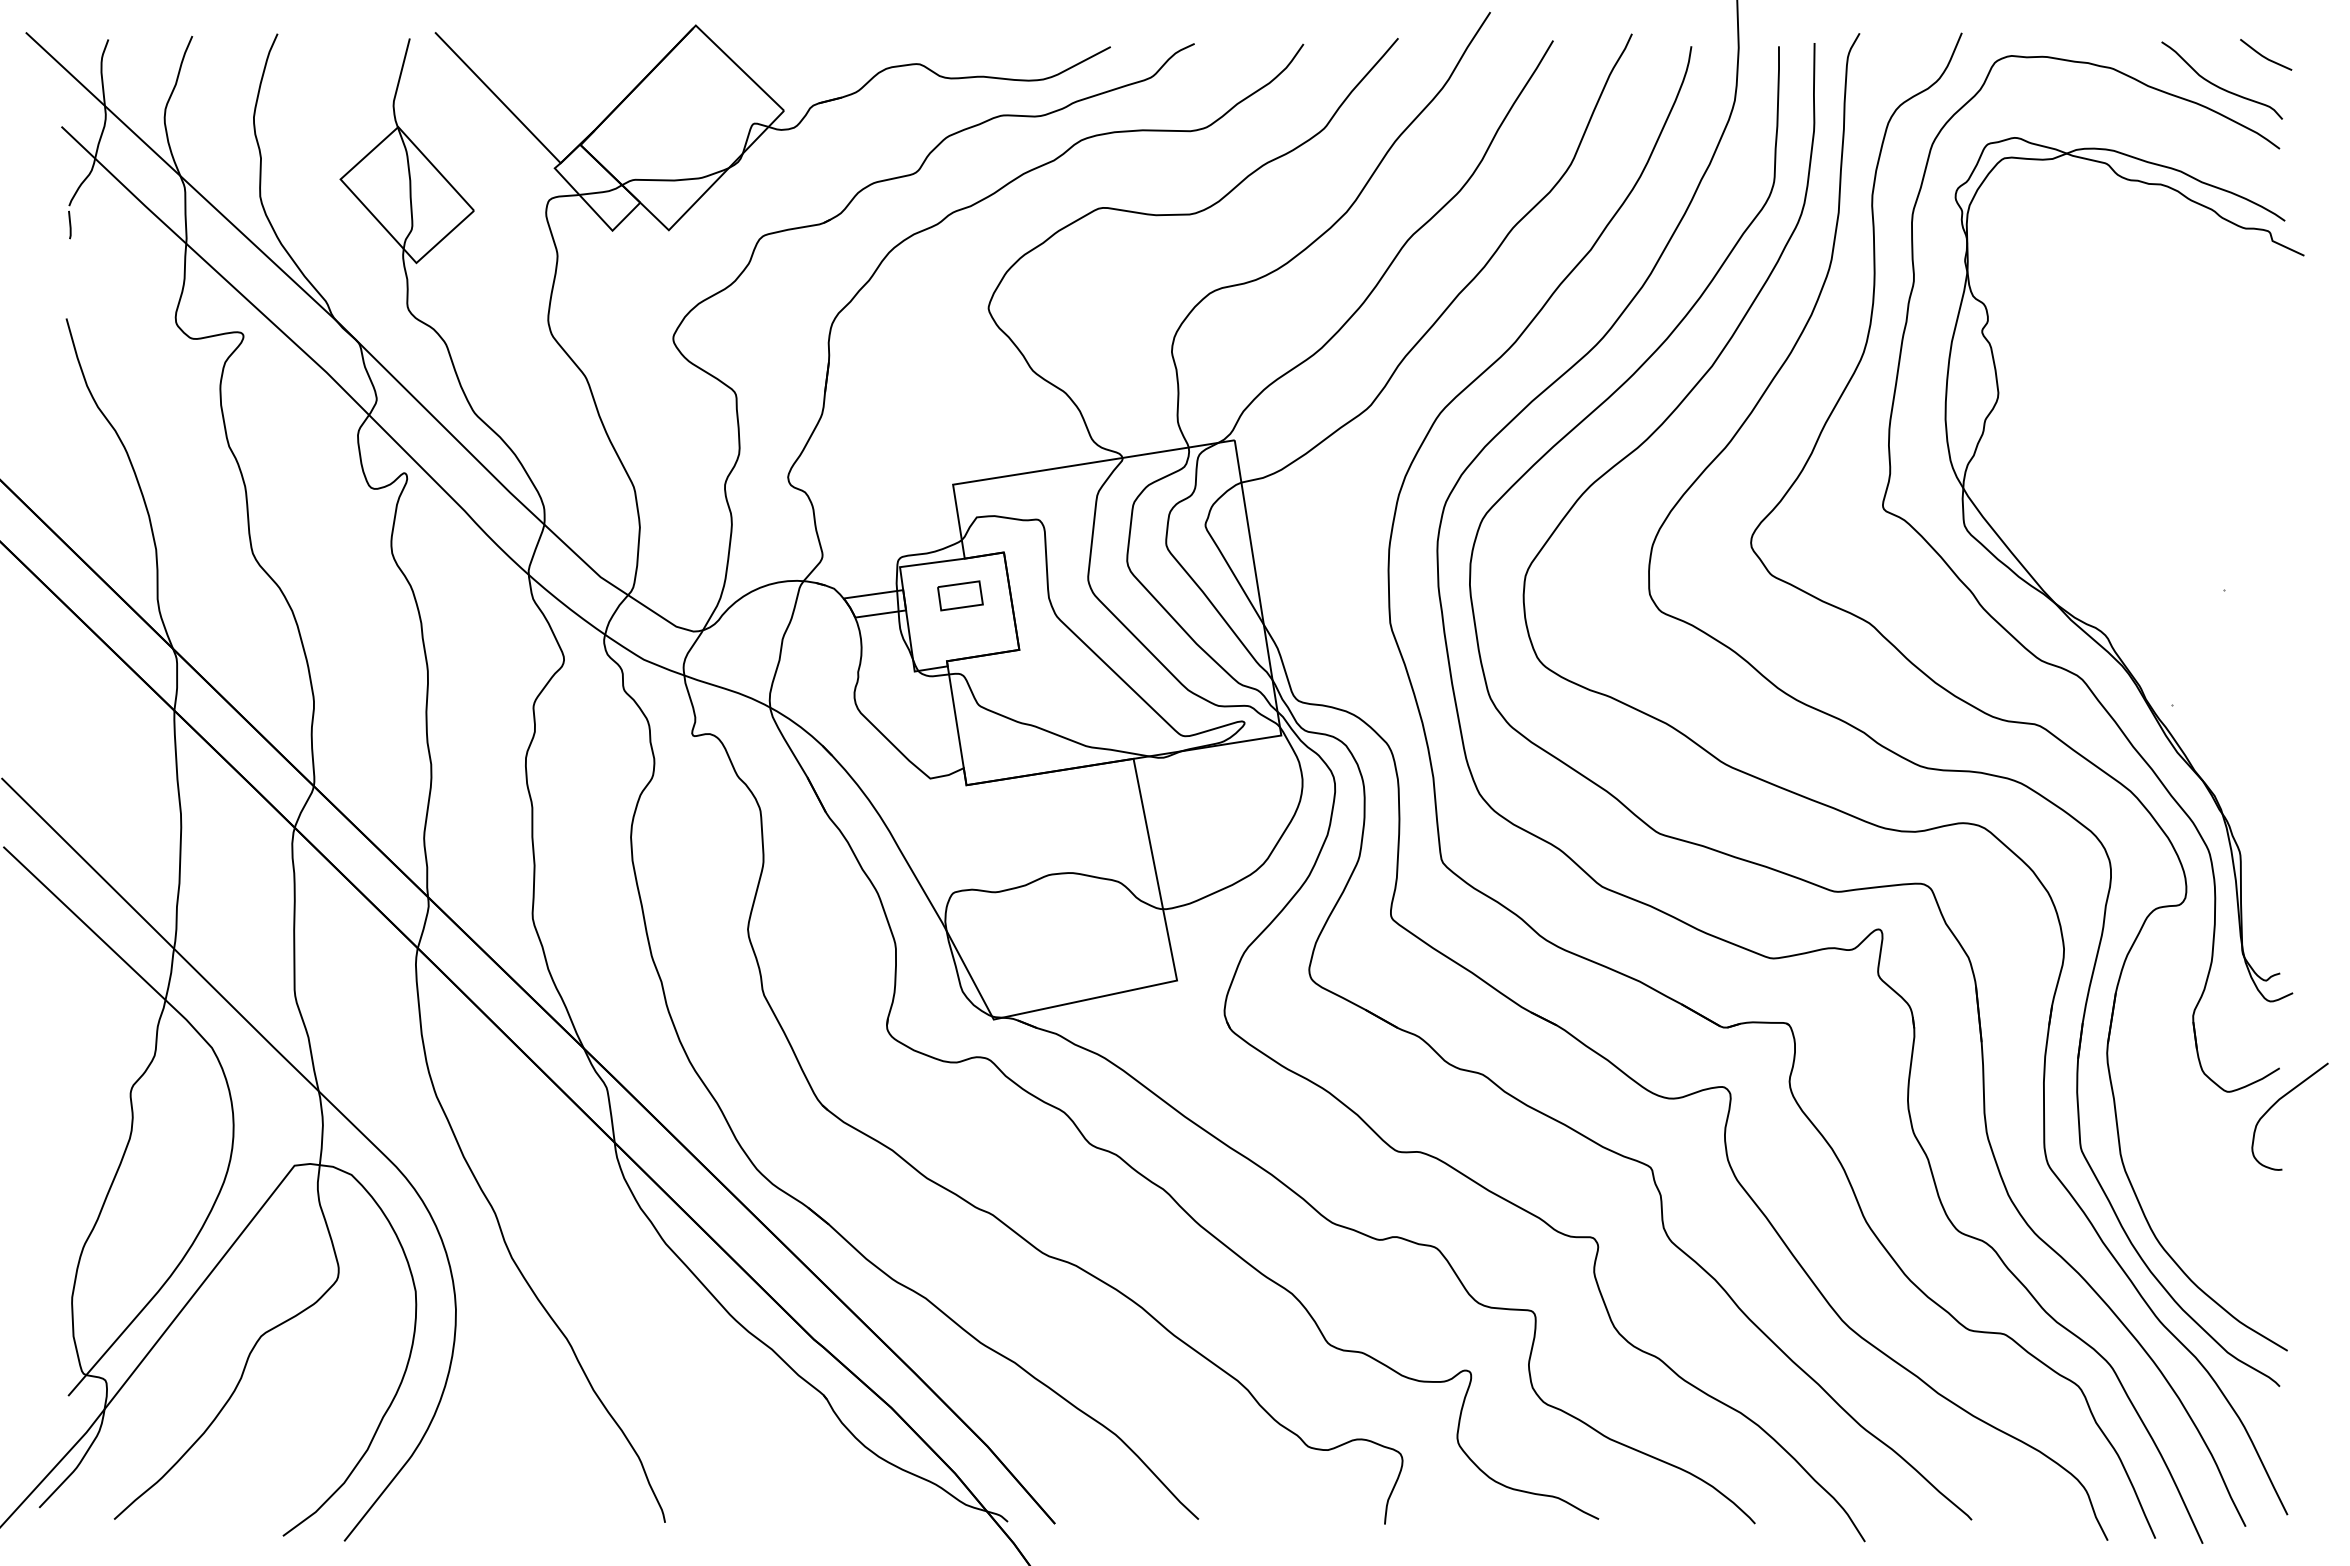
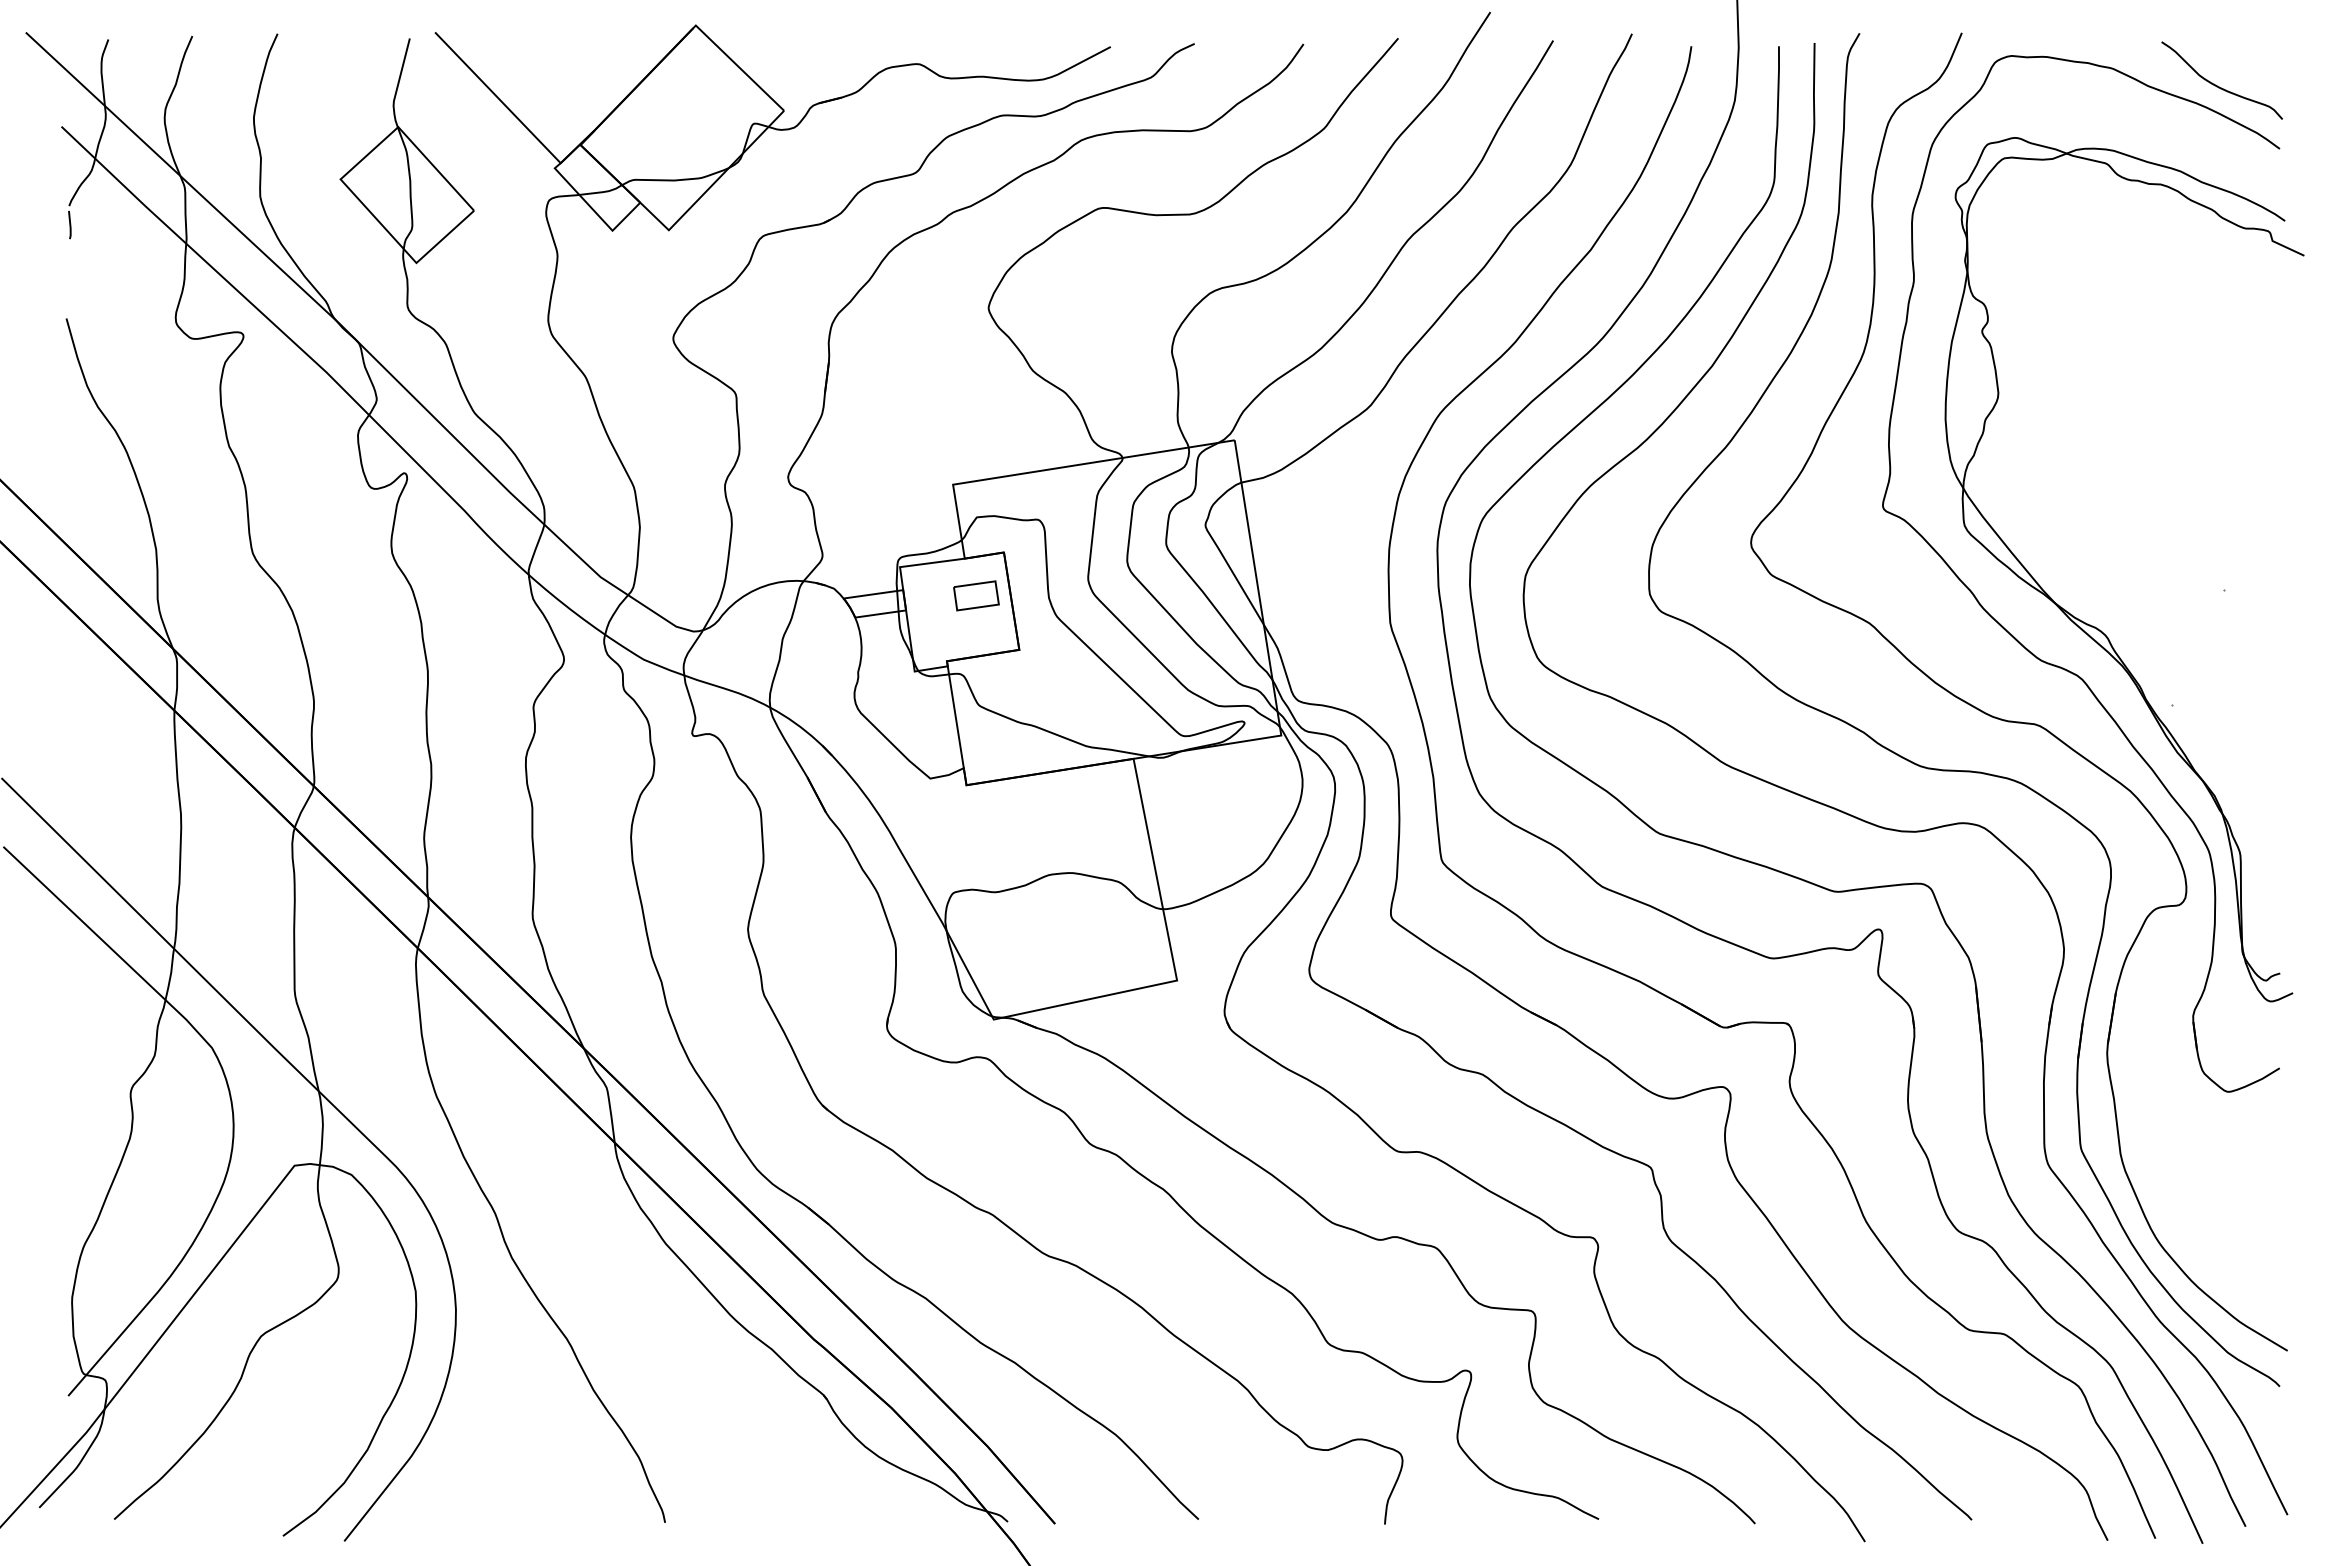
line at (2265, 56): present -> none
part at (960, 595) position: (960, 595) -> (976, 595)
curve at (2276, 1103): present -> none
